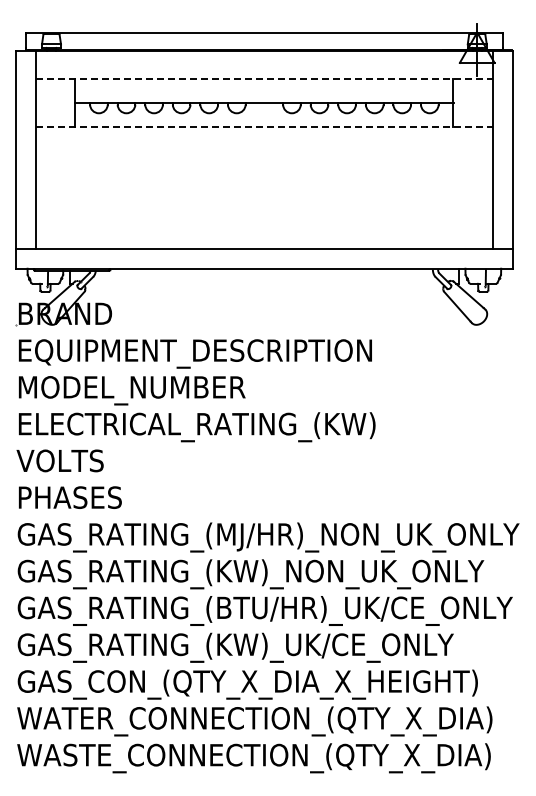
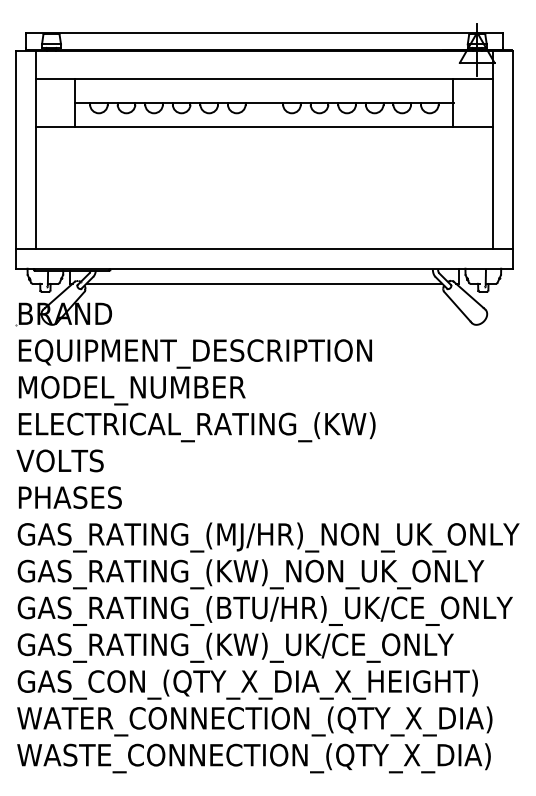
line at (264, 78): dashed -> solid
line at (264, 127): dashed -> solid
line at (264, 283): none -> present
